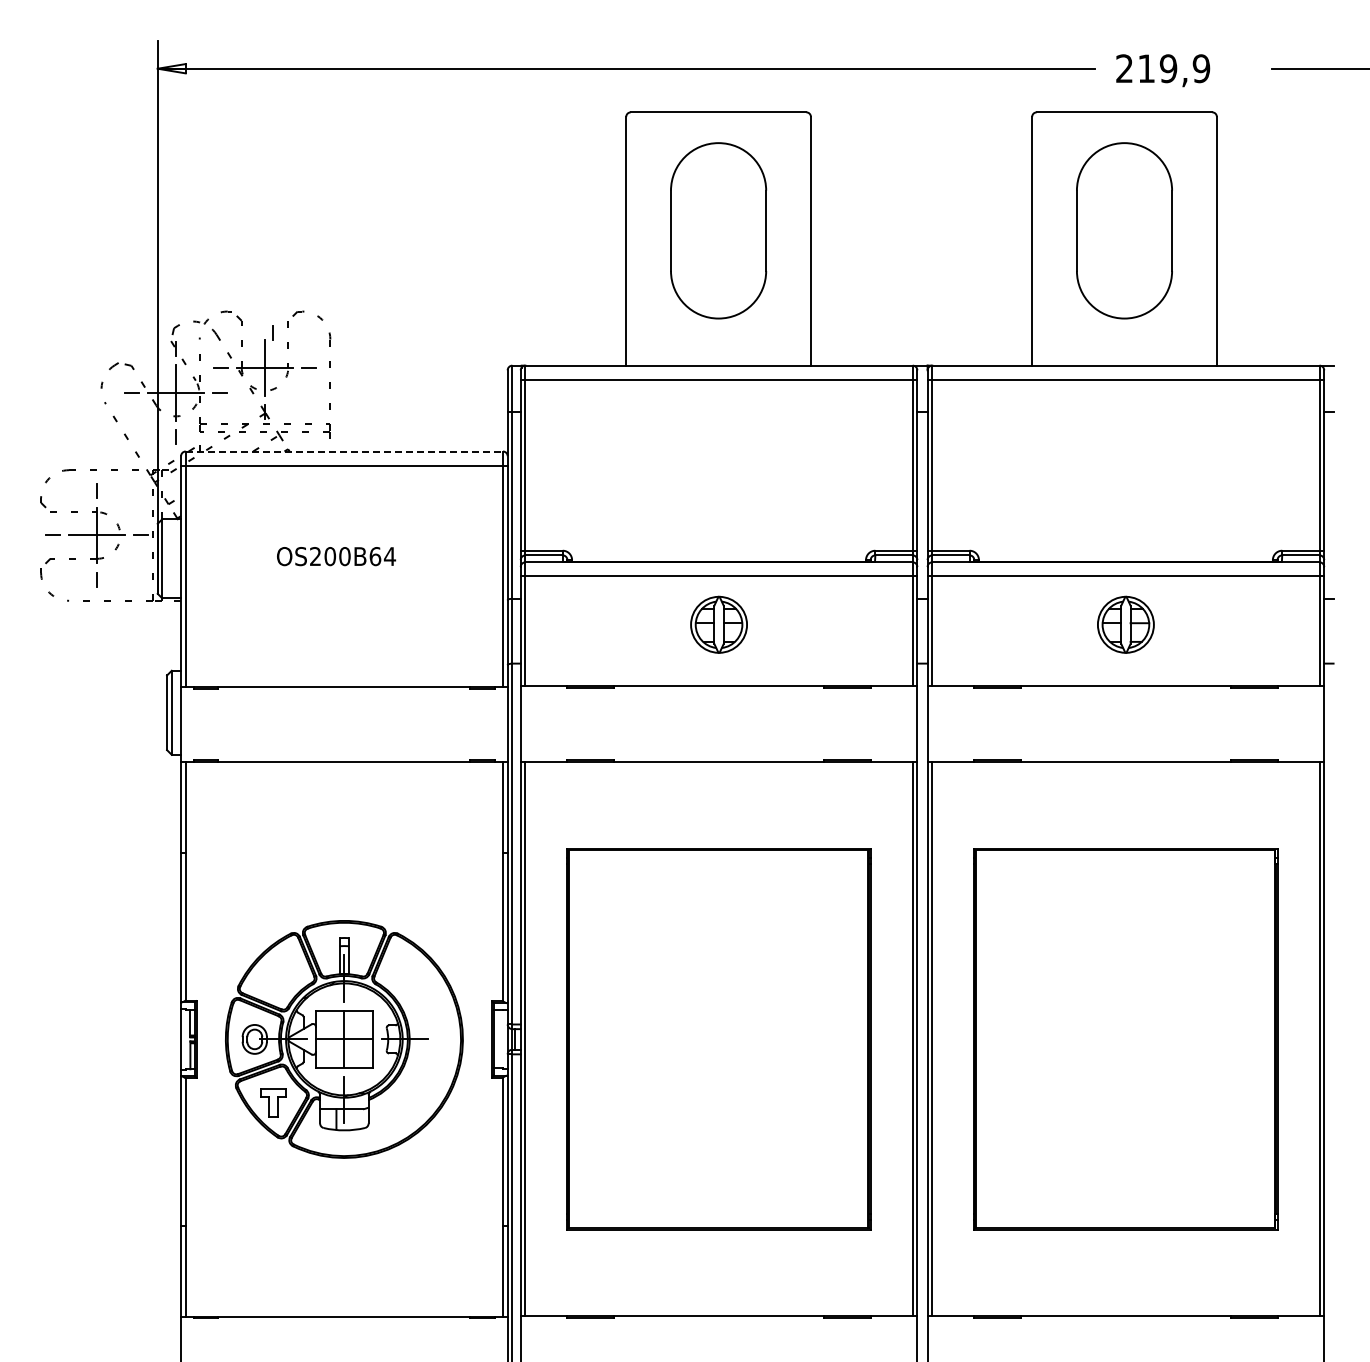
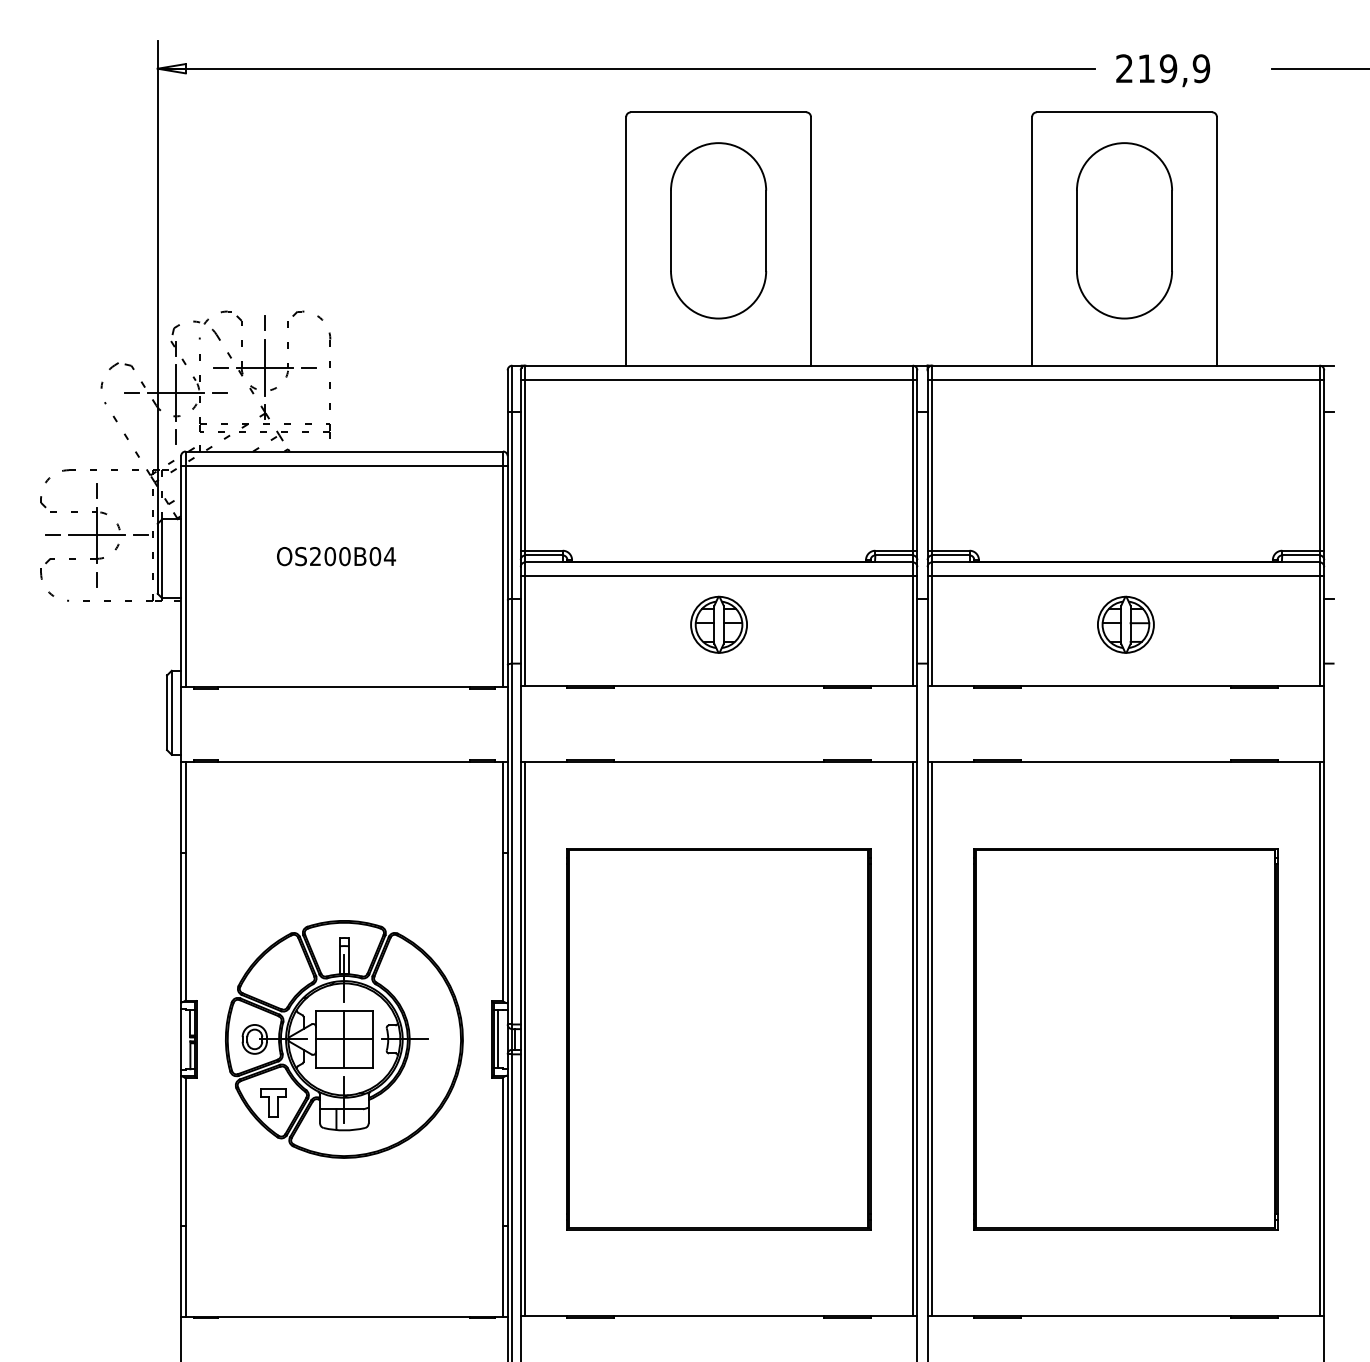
line at (272, 332) position: (272, 332) -> (264, 322)
line at (344, 451): dashed -> solid
text at (375, 556): OS200B64 -> OS200B04
line at (498, 1039): none -> present
